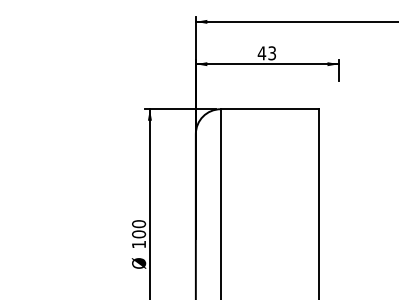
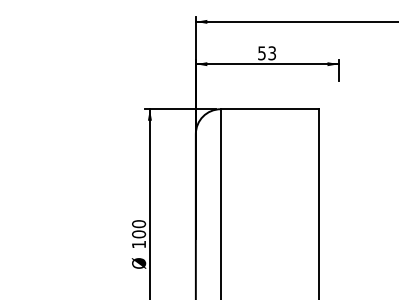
text at (261, 53): 43 -> 53
